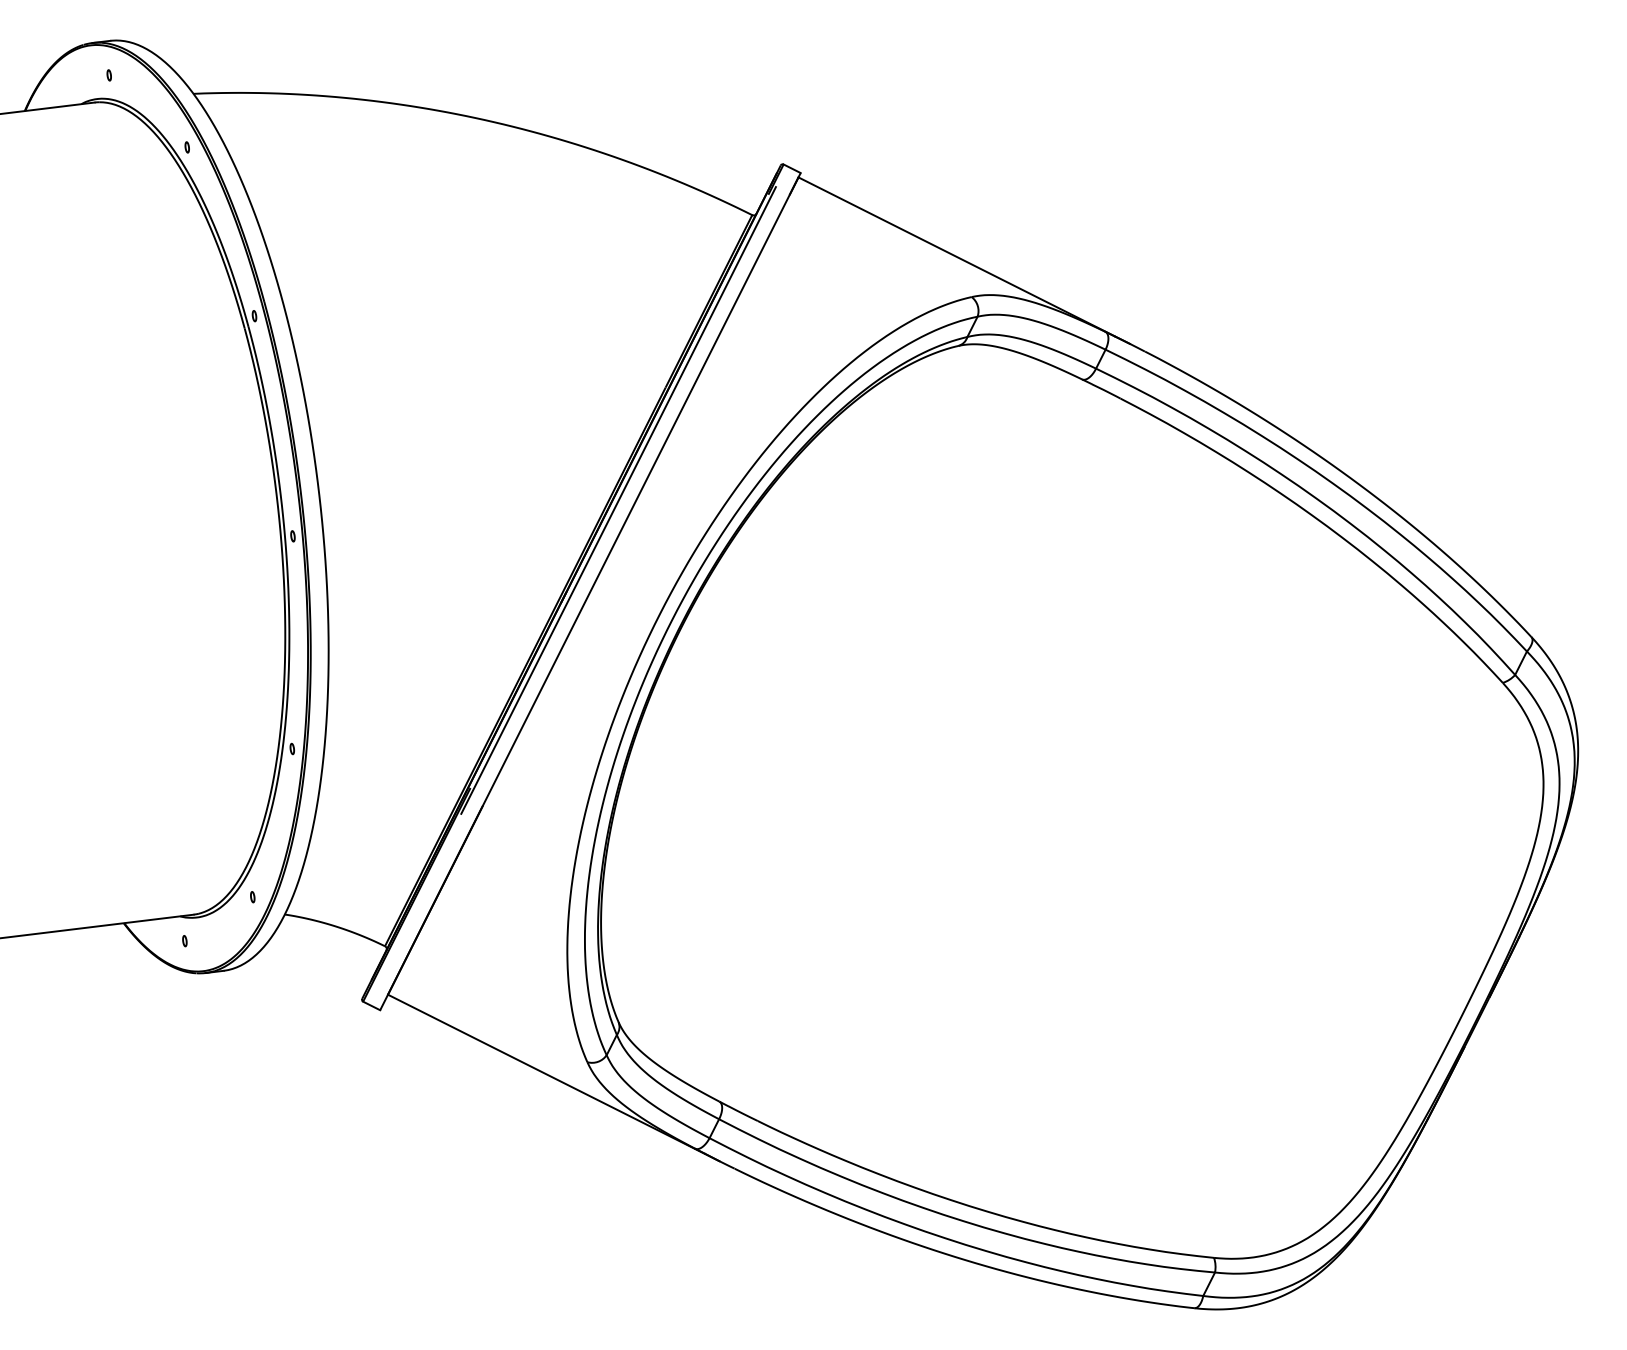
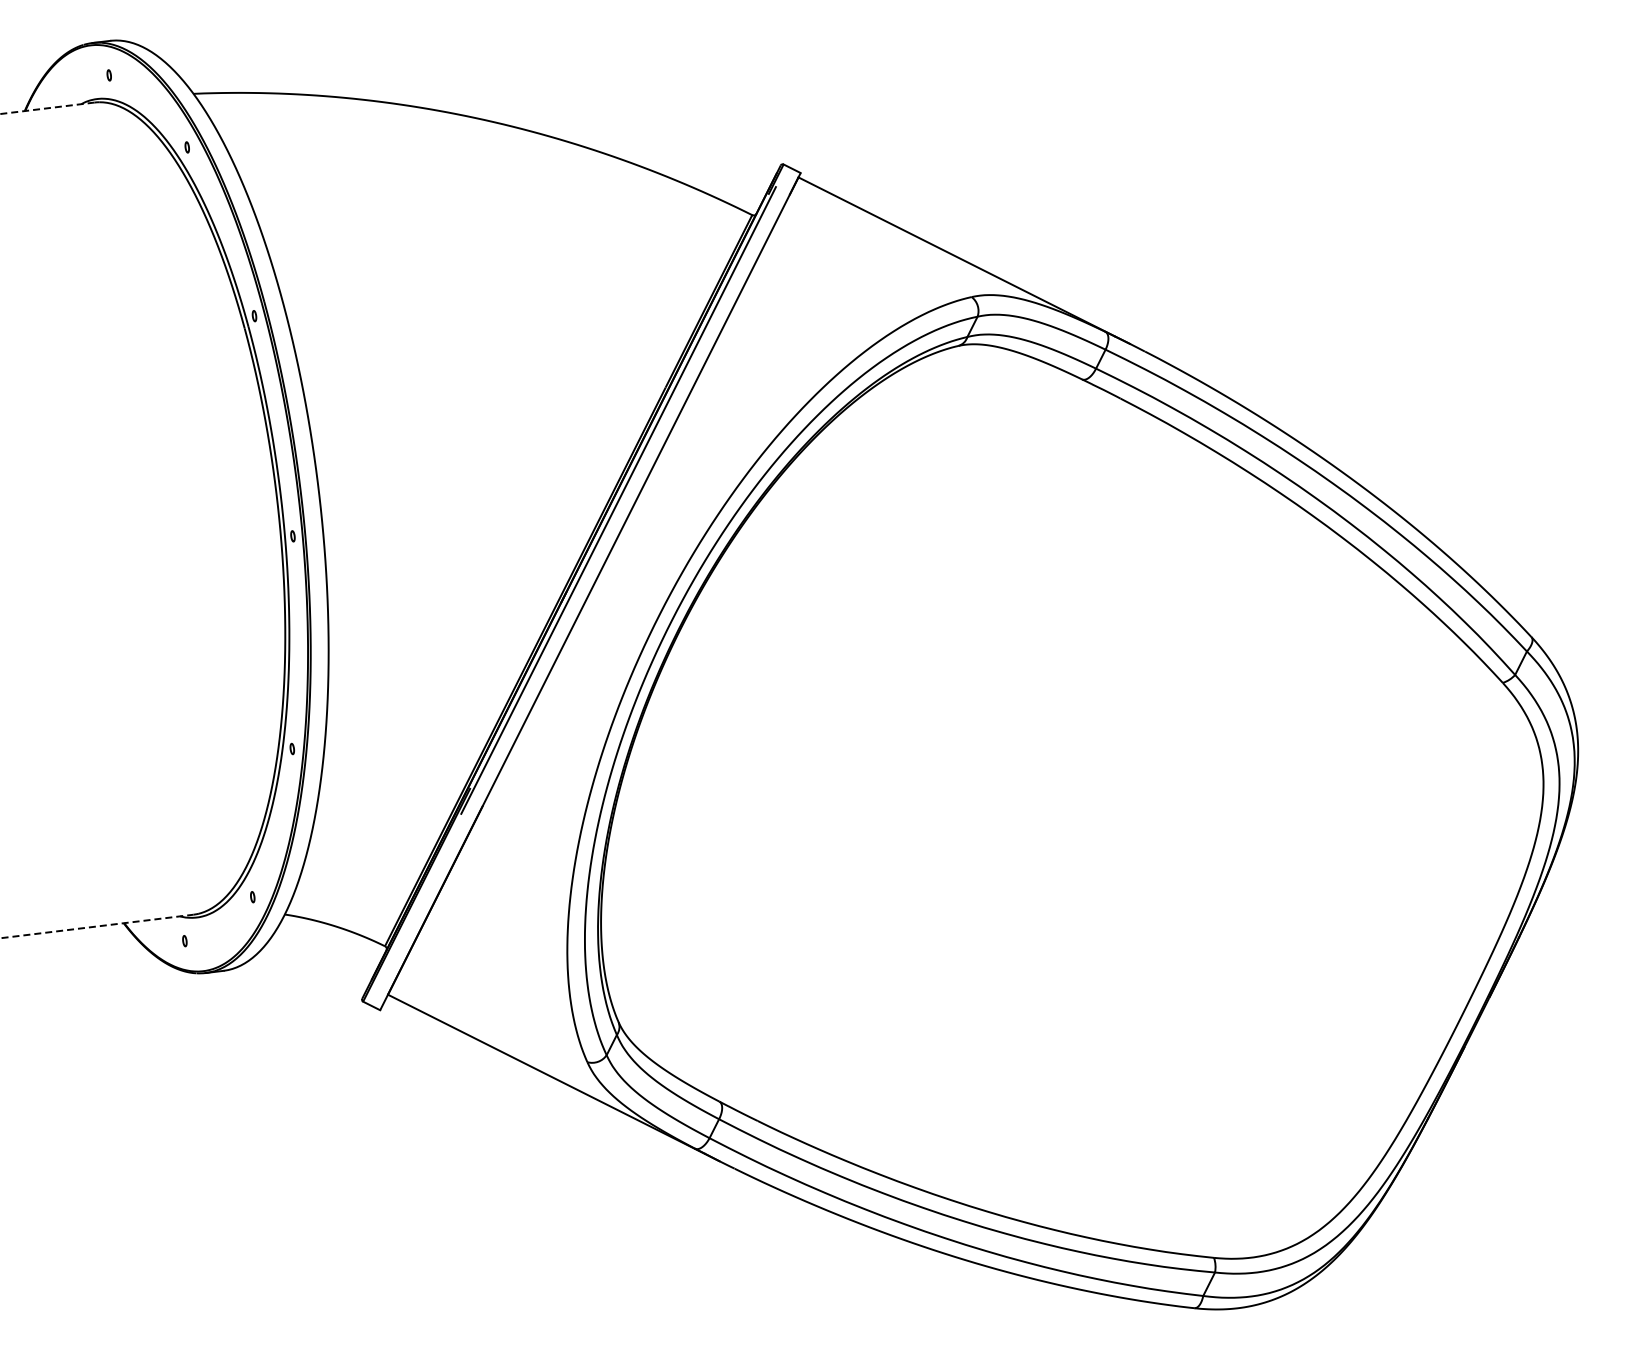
line at (47, 108): solid -> dashed
line at (97, 926): solid -> dashed
